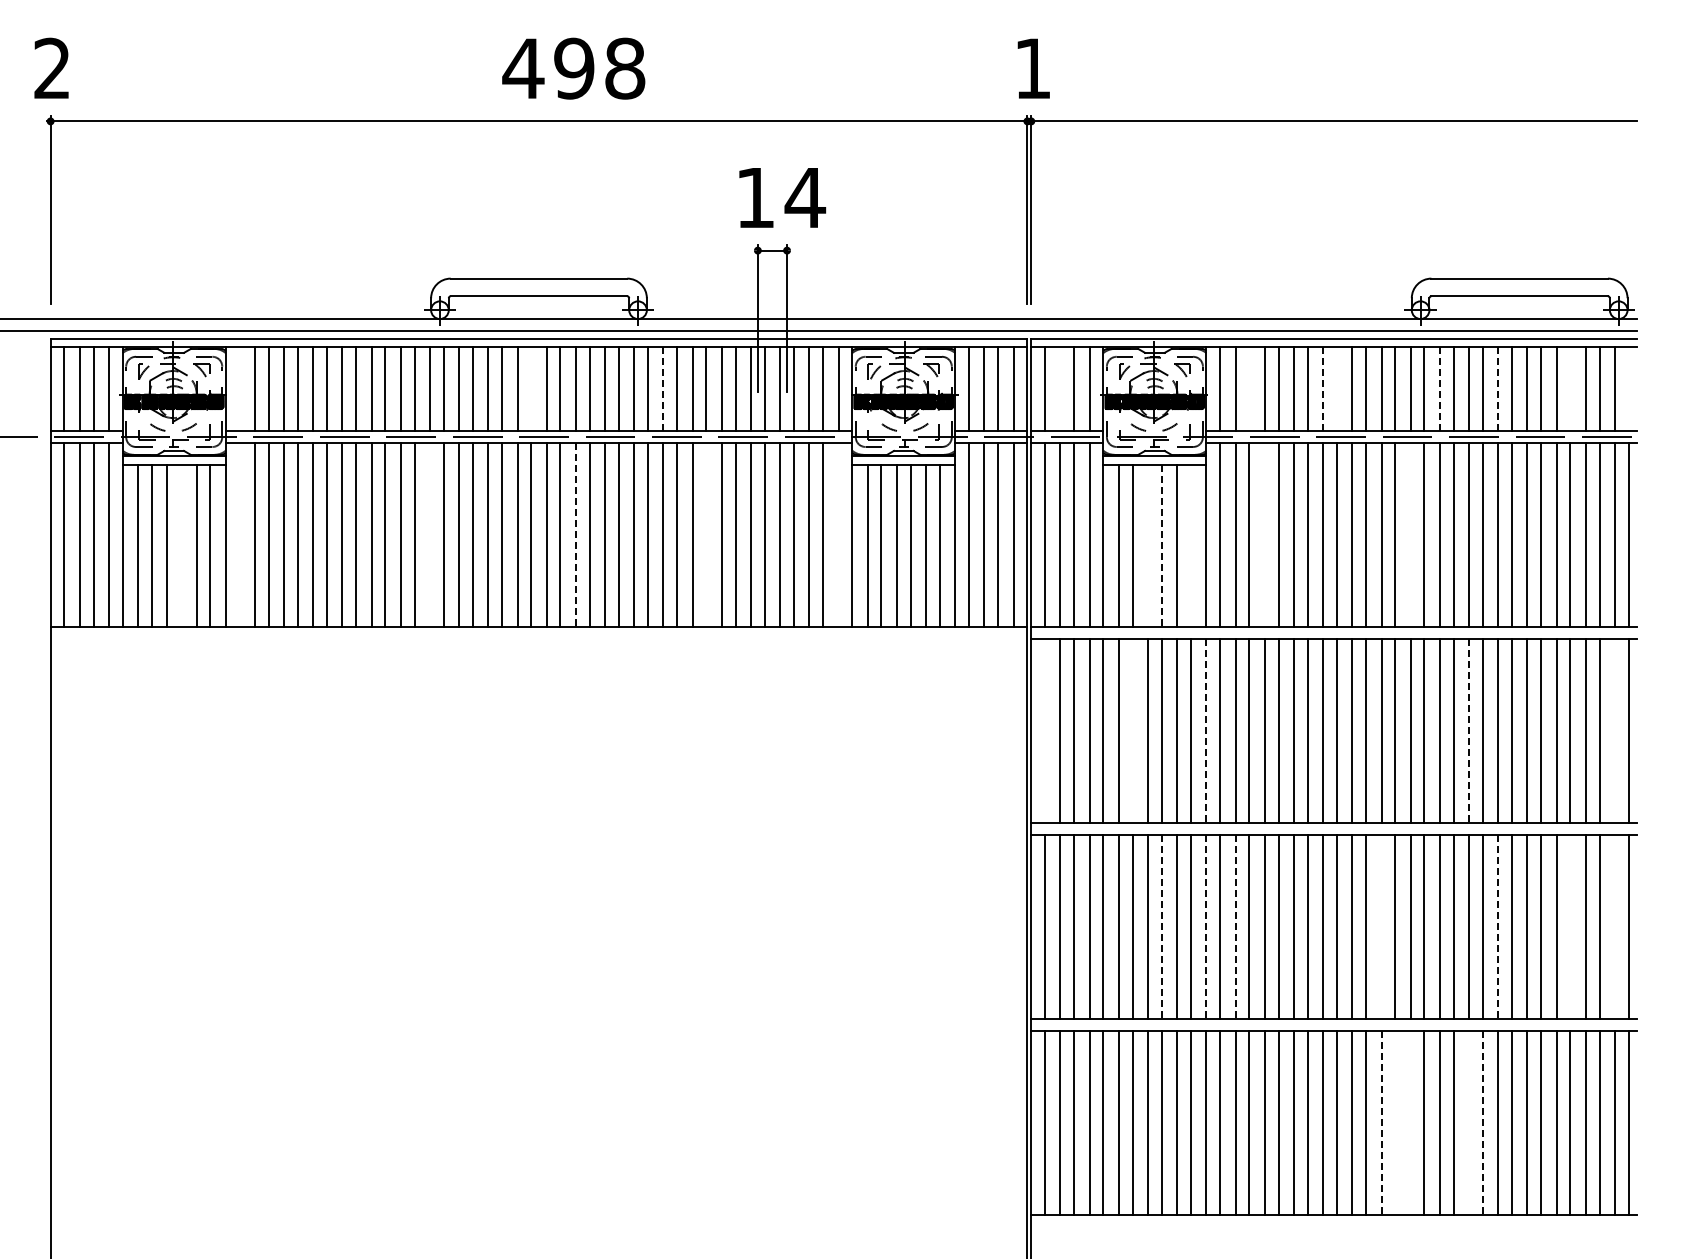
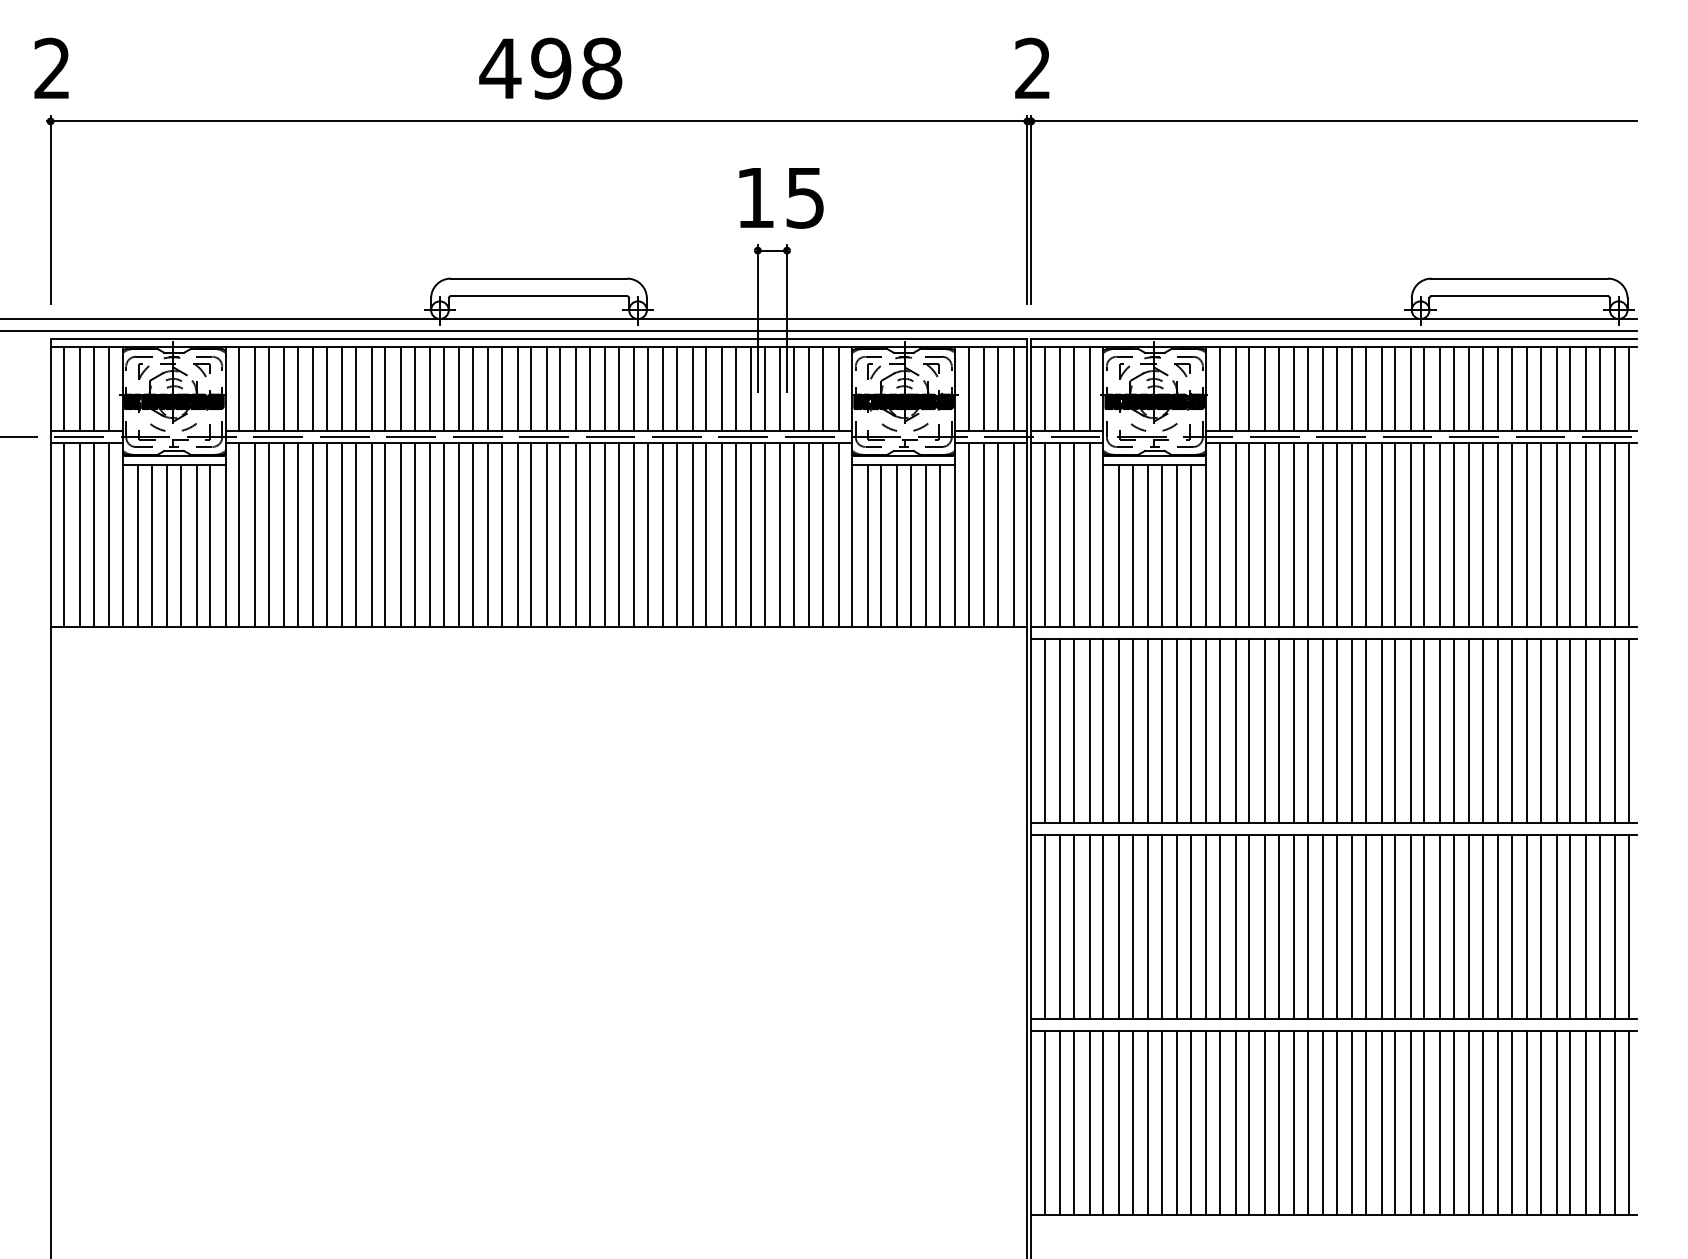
text at (1032, 67): 1 -> 2
text at (573, 68) position: (573, 68) -> (550, 68)
text at (805, 198): 14 -> 15
line at (239, 388): none -> present
line at (531, 388): none -> present
line at (1060, 388): none -> present
line at (1249, 388): none -> present
line at (1336, 388): none -> present
line at (1570, 388): none -> present
line at (1628, 388): none -> present
line at (663, 389): dashed -> solid
line at (1323, 389): dashed -> solid
line at (1439, 389): dashed -> solid
line at (1498, 389): dashed -> solid
line at (239, 534): none -> present
line at (430, 534): none -> present
line at (706, 534): none -> present
line at (838, 534): none -> present
line at (1264, 534): none -> present
line at (1410, 534): none -> present
line at (575, 535): dashed -> solid
line at (181, 545): none -> present
line at (1148, 545): none -> present
line at (1190, 545): none -> present
line at (1161, 546): dashed -> solid
line at (1045, 730): none -> present
line at (1132, 730): none -> present
line at (1614, 730): none -> present
line at (1206, 731): dashed -> solid
line at (1469, 731): dashed -> solid
line at (1381, 926): none -> present
line at (1570, 926): none -> present
line at (1614, 926): none -> present
line at (1161, 927): dashed -> solid
line at (1206, 927): dashed -> solid
line at (1235, 927): dashed -> solid
line at (1498, 927): dashed -> solid
line at (1381, 1123): dashed -> solid
line at (1395, 1123): none -> present
line at (1410, 1123): none -> present
line at (1469, 1123): none -> present
line at (1482, 1123): dashed -> solid
